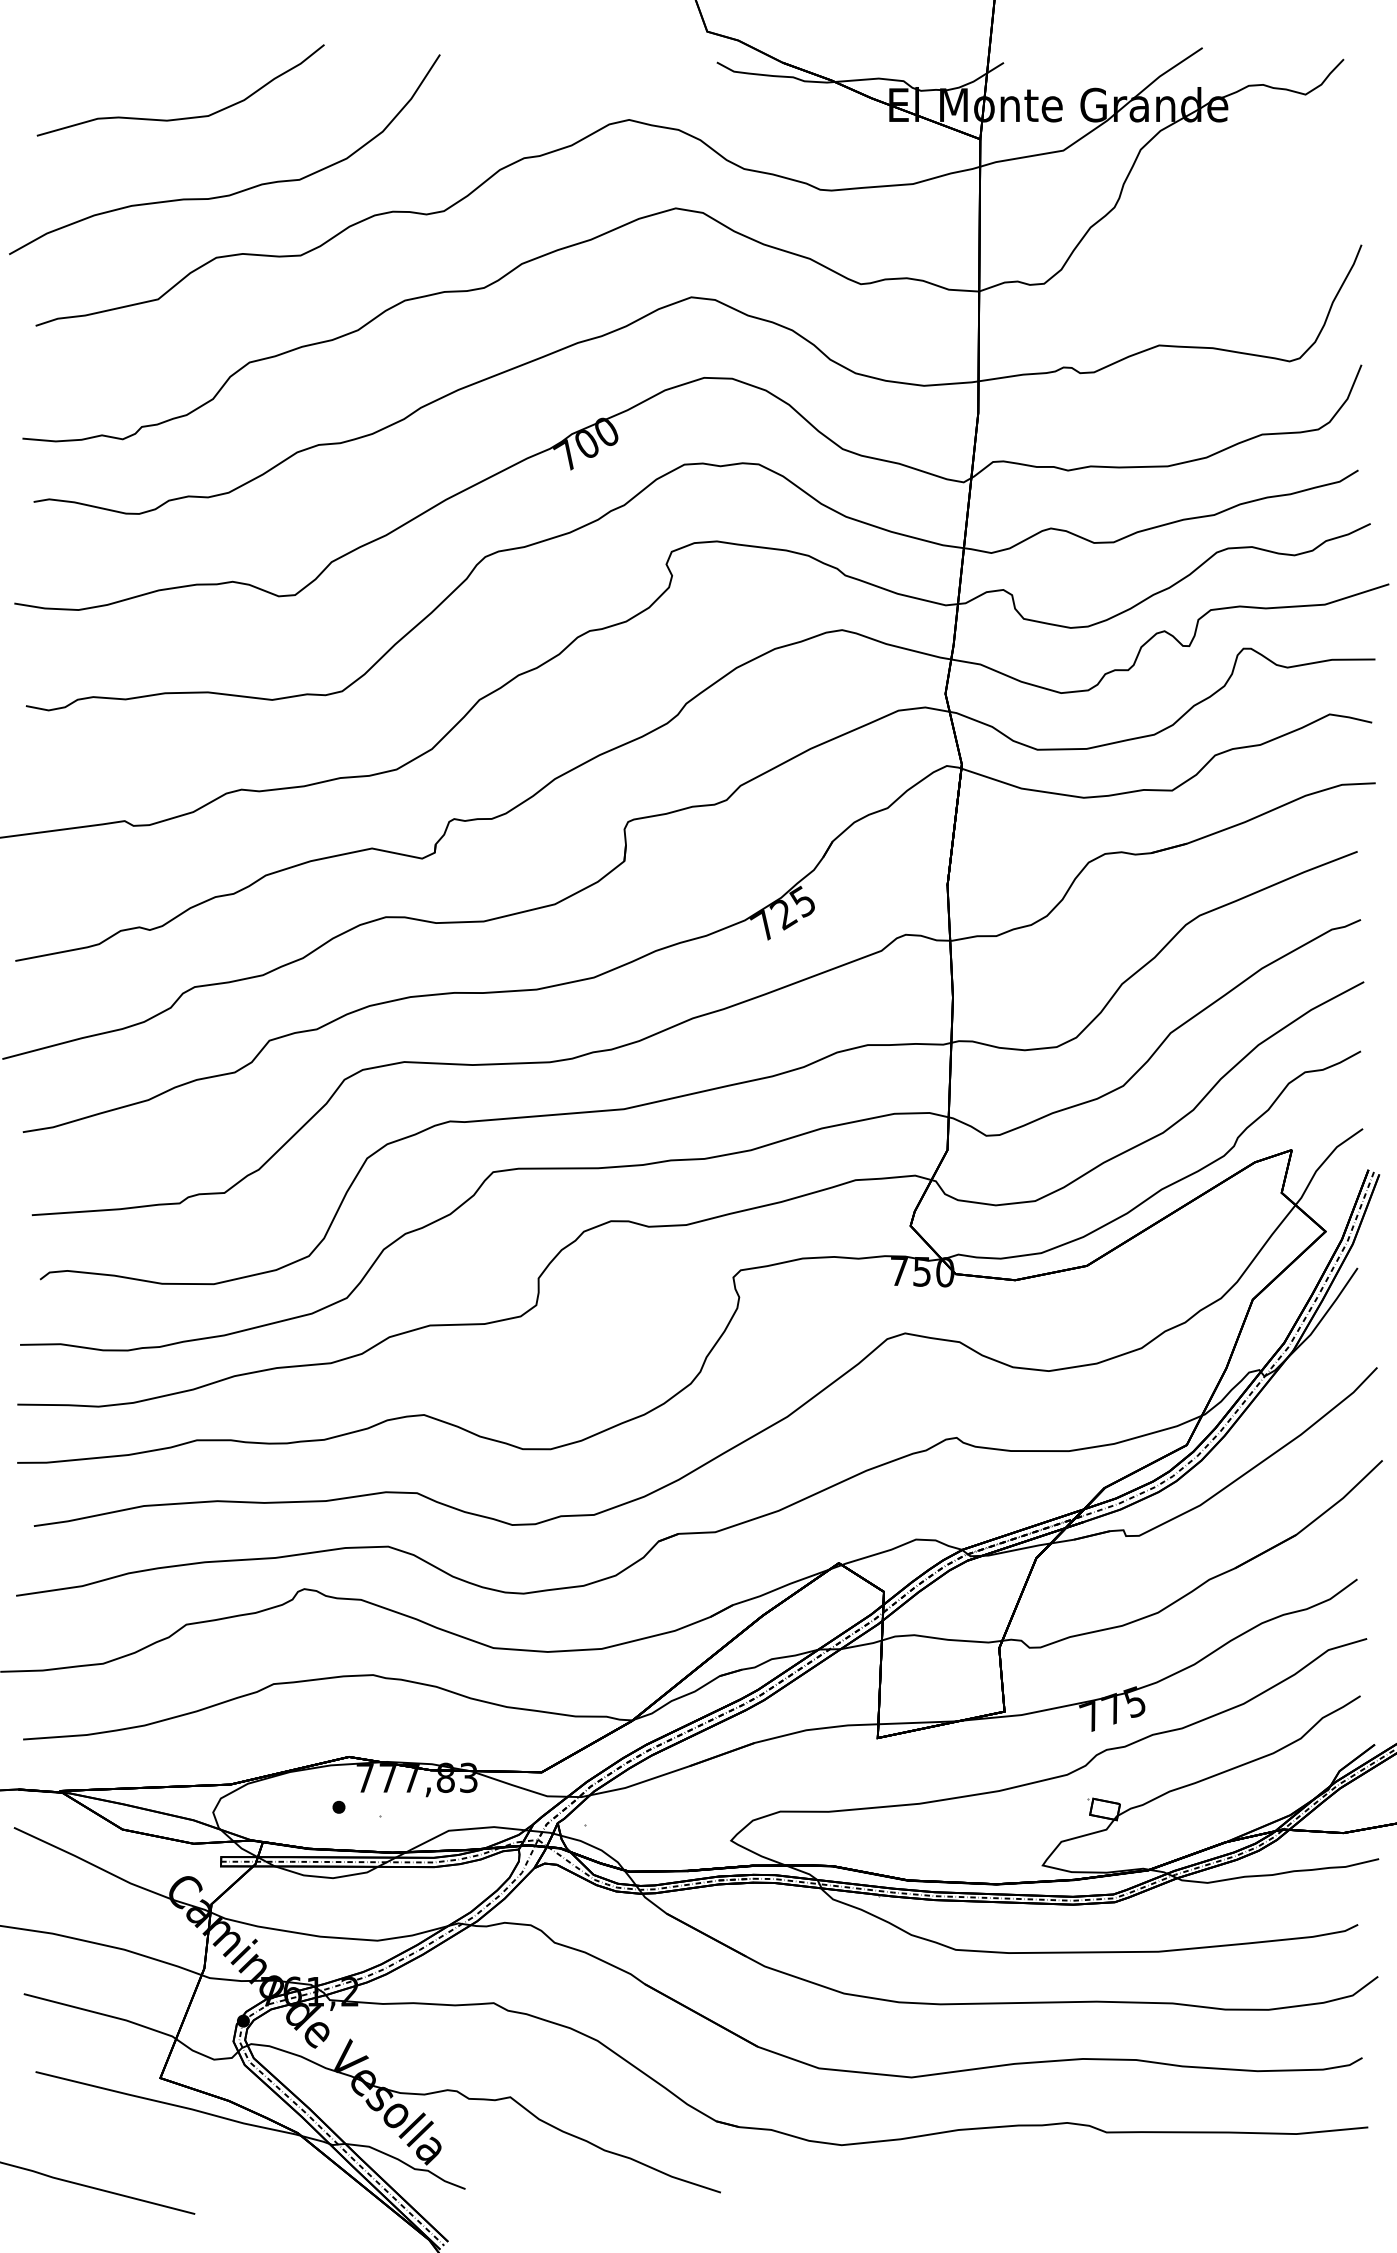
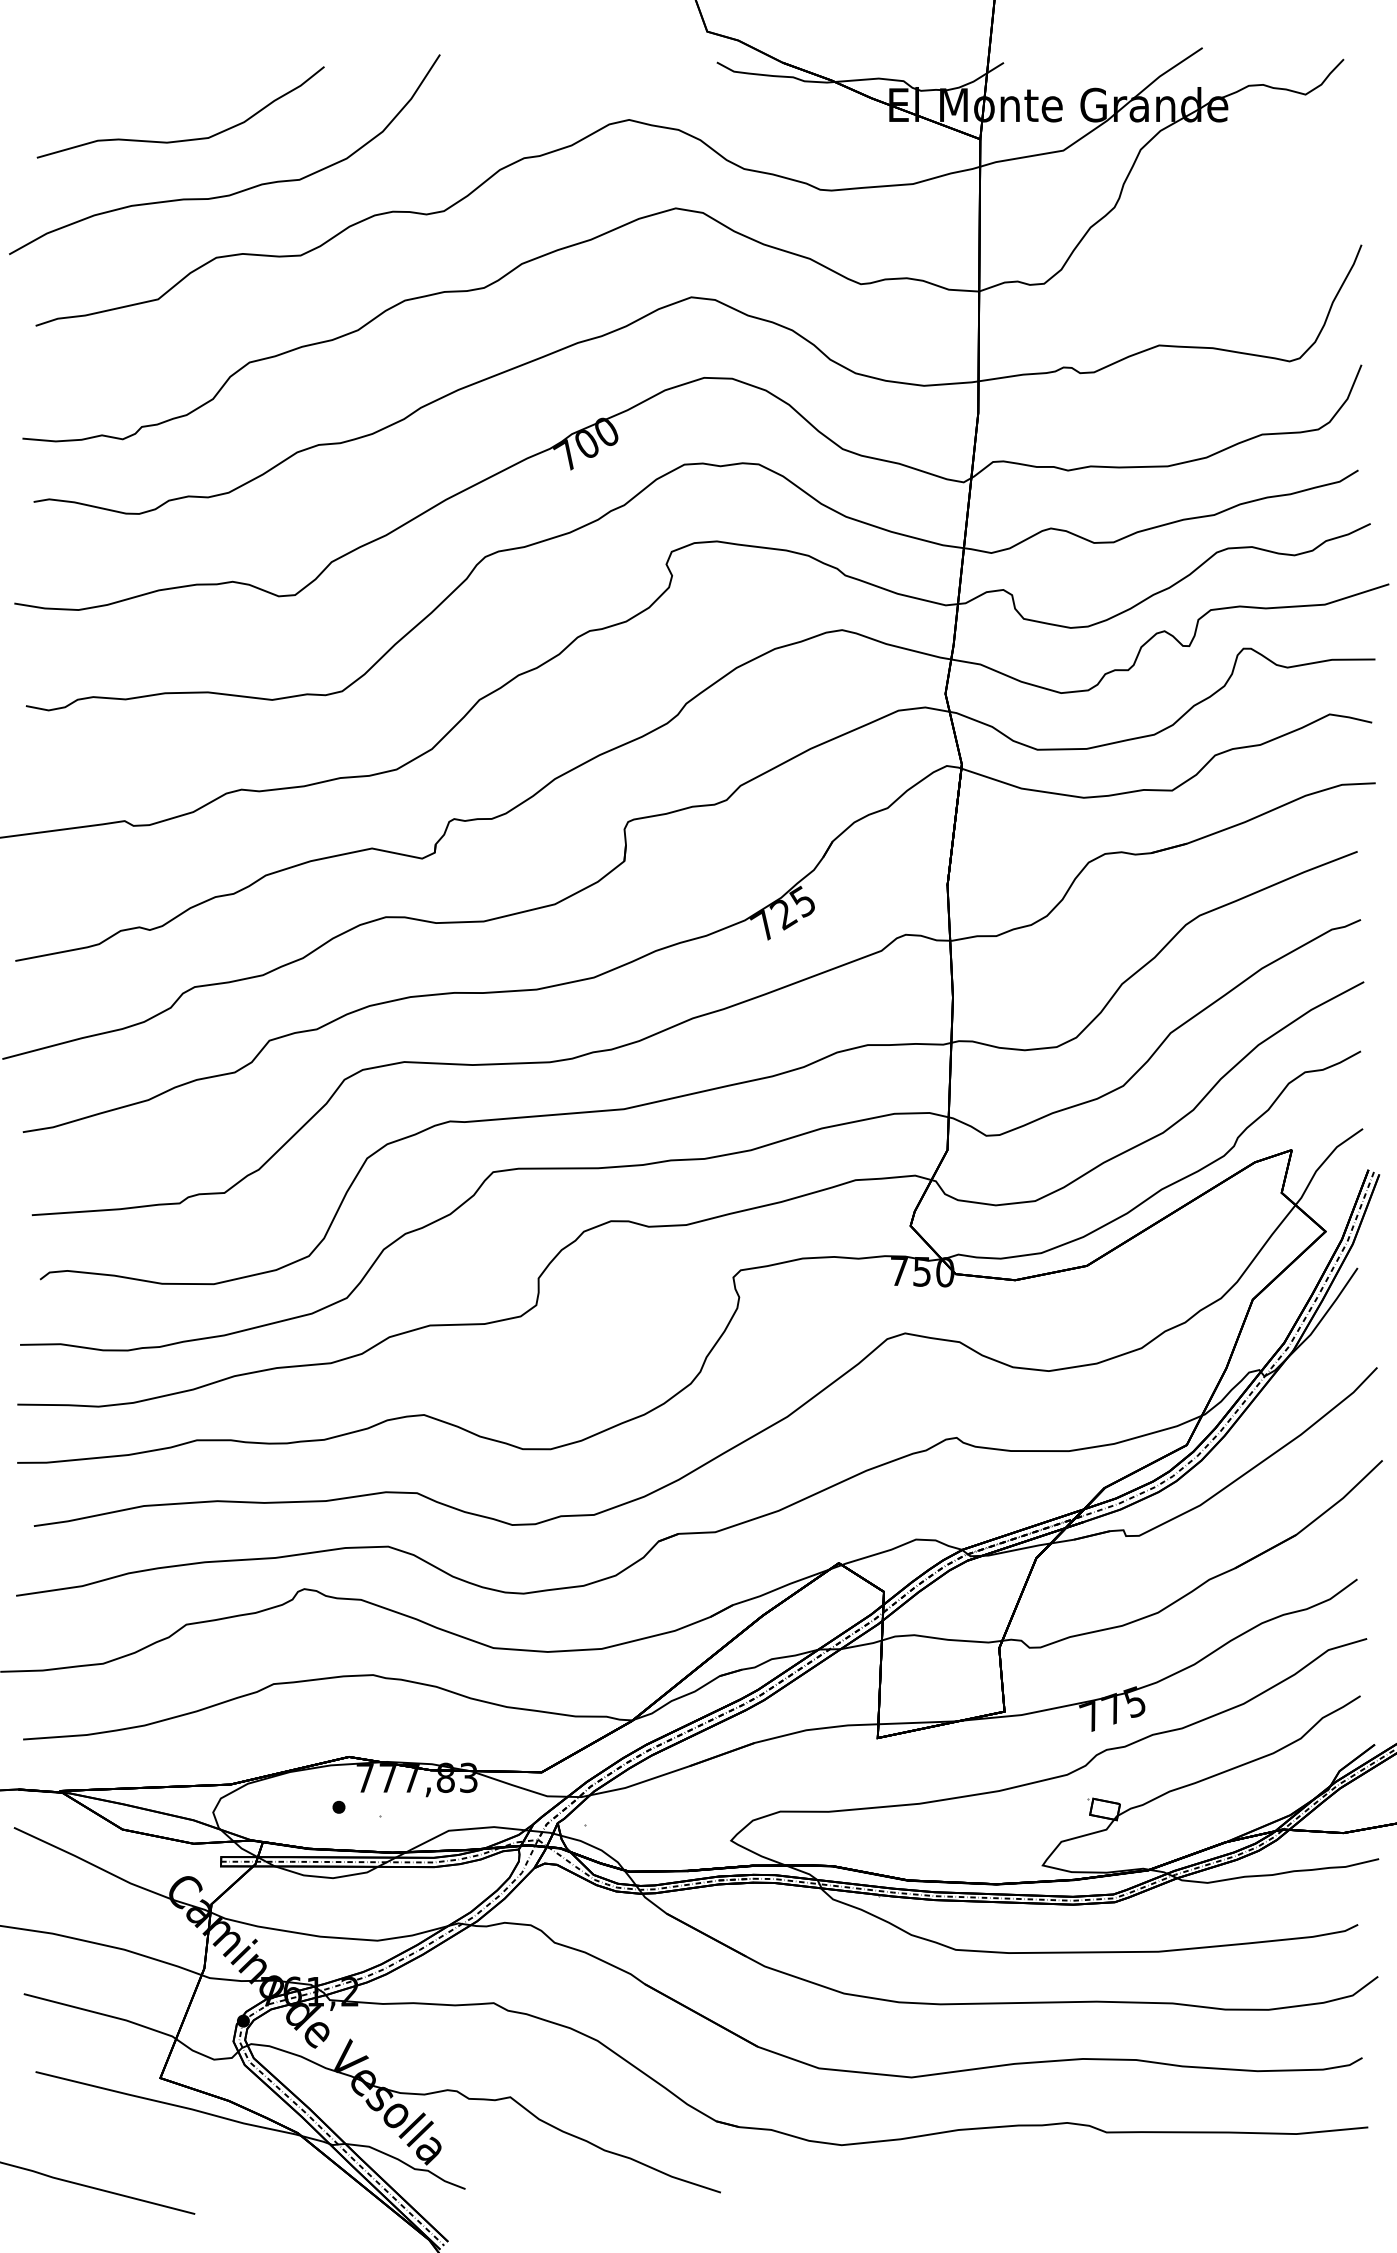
curve at (183, 117) position: (183, 117) -> (183, 139)
